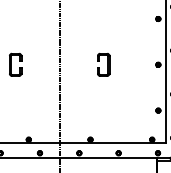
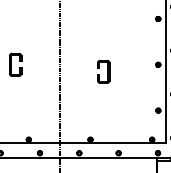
part at (103, 64) position: (103, 64) -> (103, 71)
